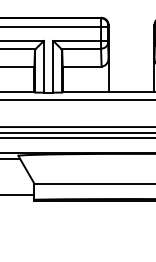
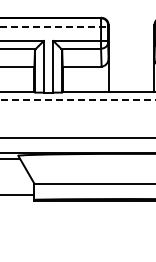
line at (54, 27): solid -> dashed
line at (78, 99): solid -> dashed
line at (77, 127): present -> none
line at (77, 133): present -> none
